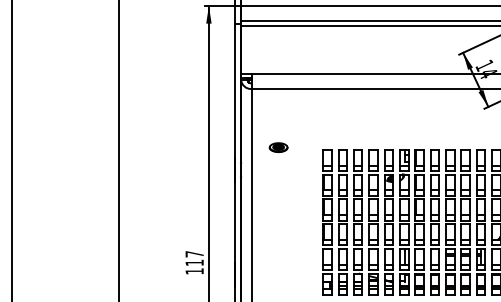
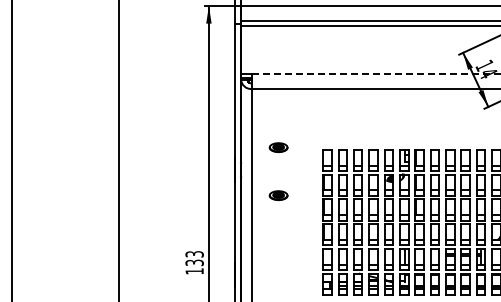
line at (376, 74): solid -> dashed
part at (278, 195): none -> present
text at (194, 258): 117 -> 133
